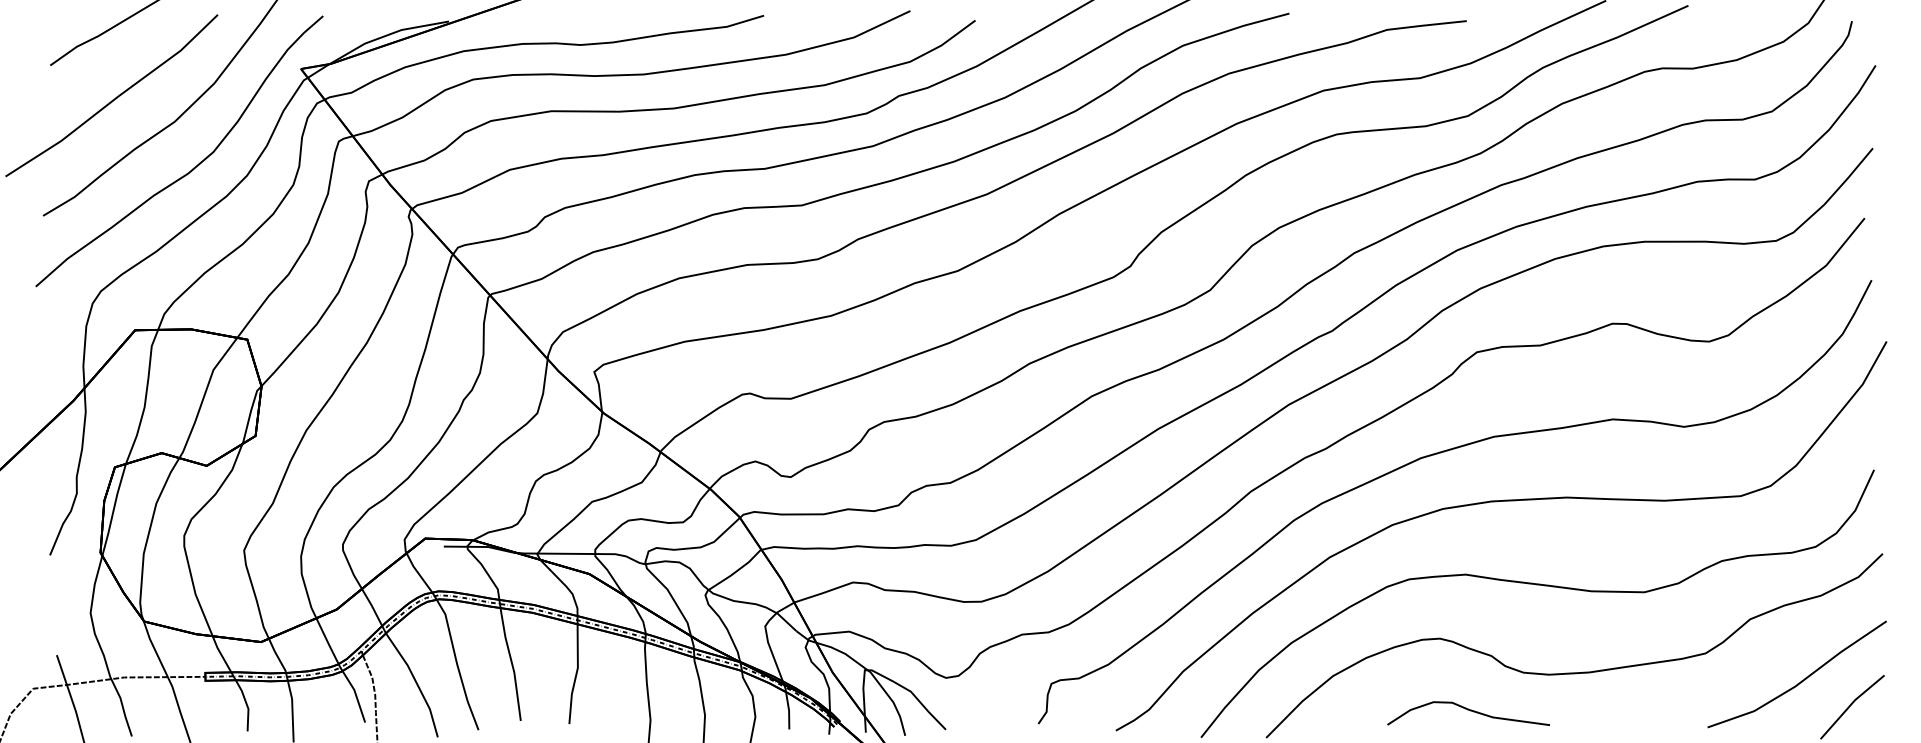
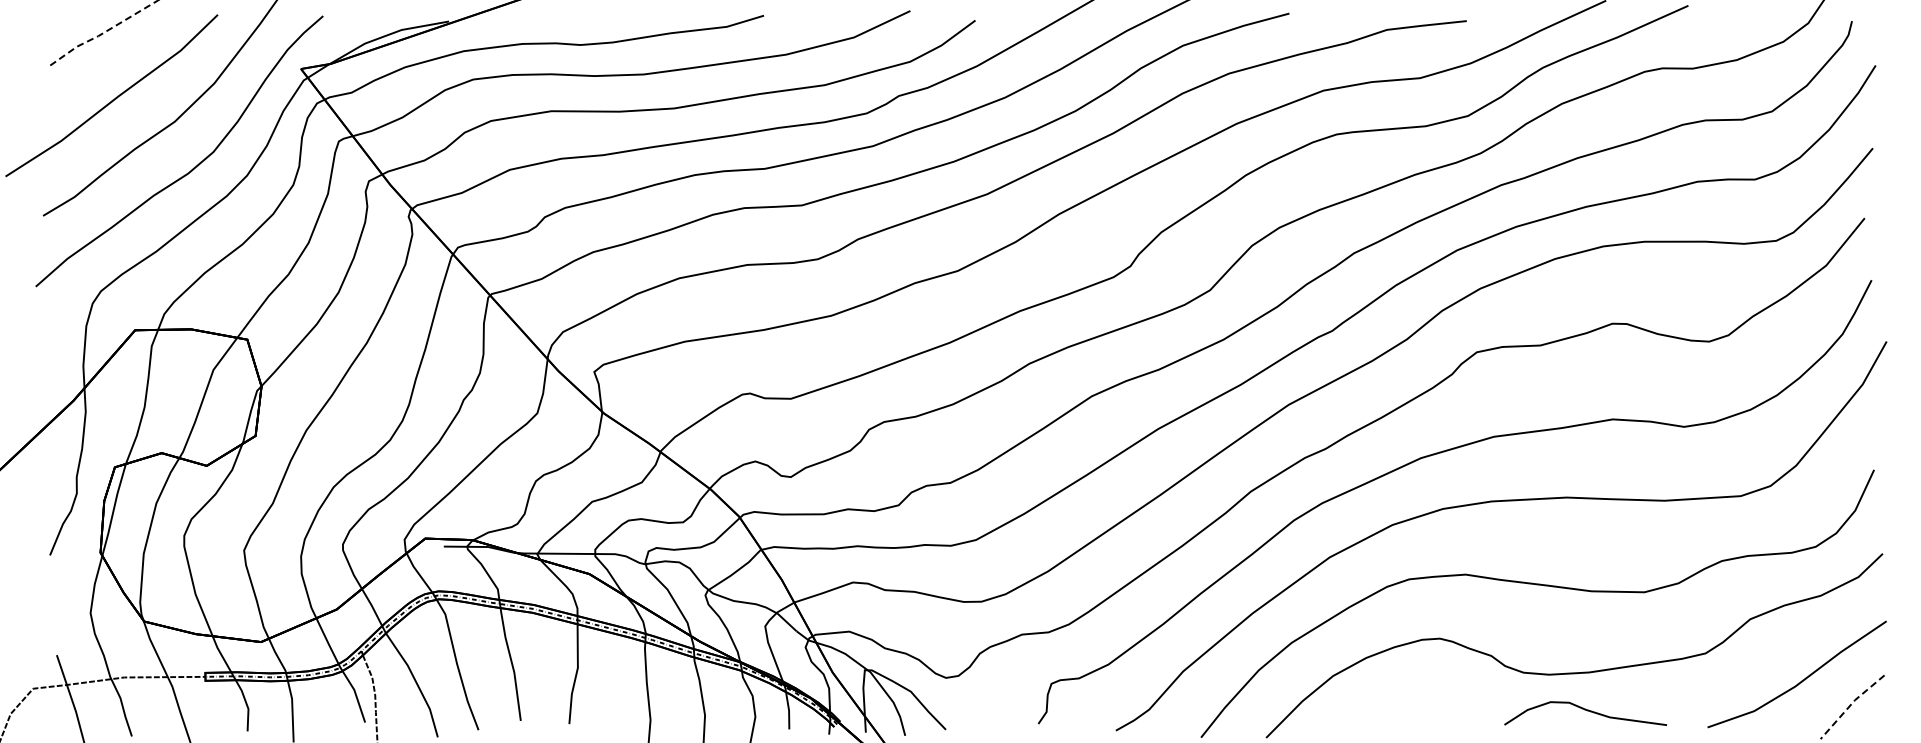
line at (103, 33): solid -> dashed
line at (1850, 705): solid -> dashed
curve at (1470, 711) position: (1470, 711) -> (1587, 711)
